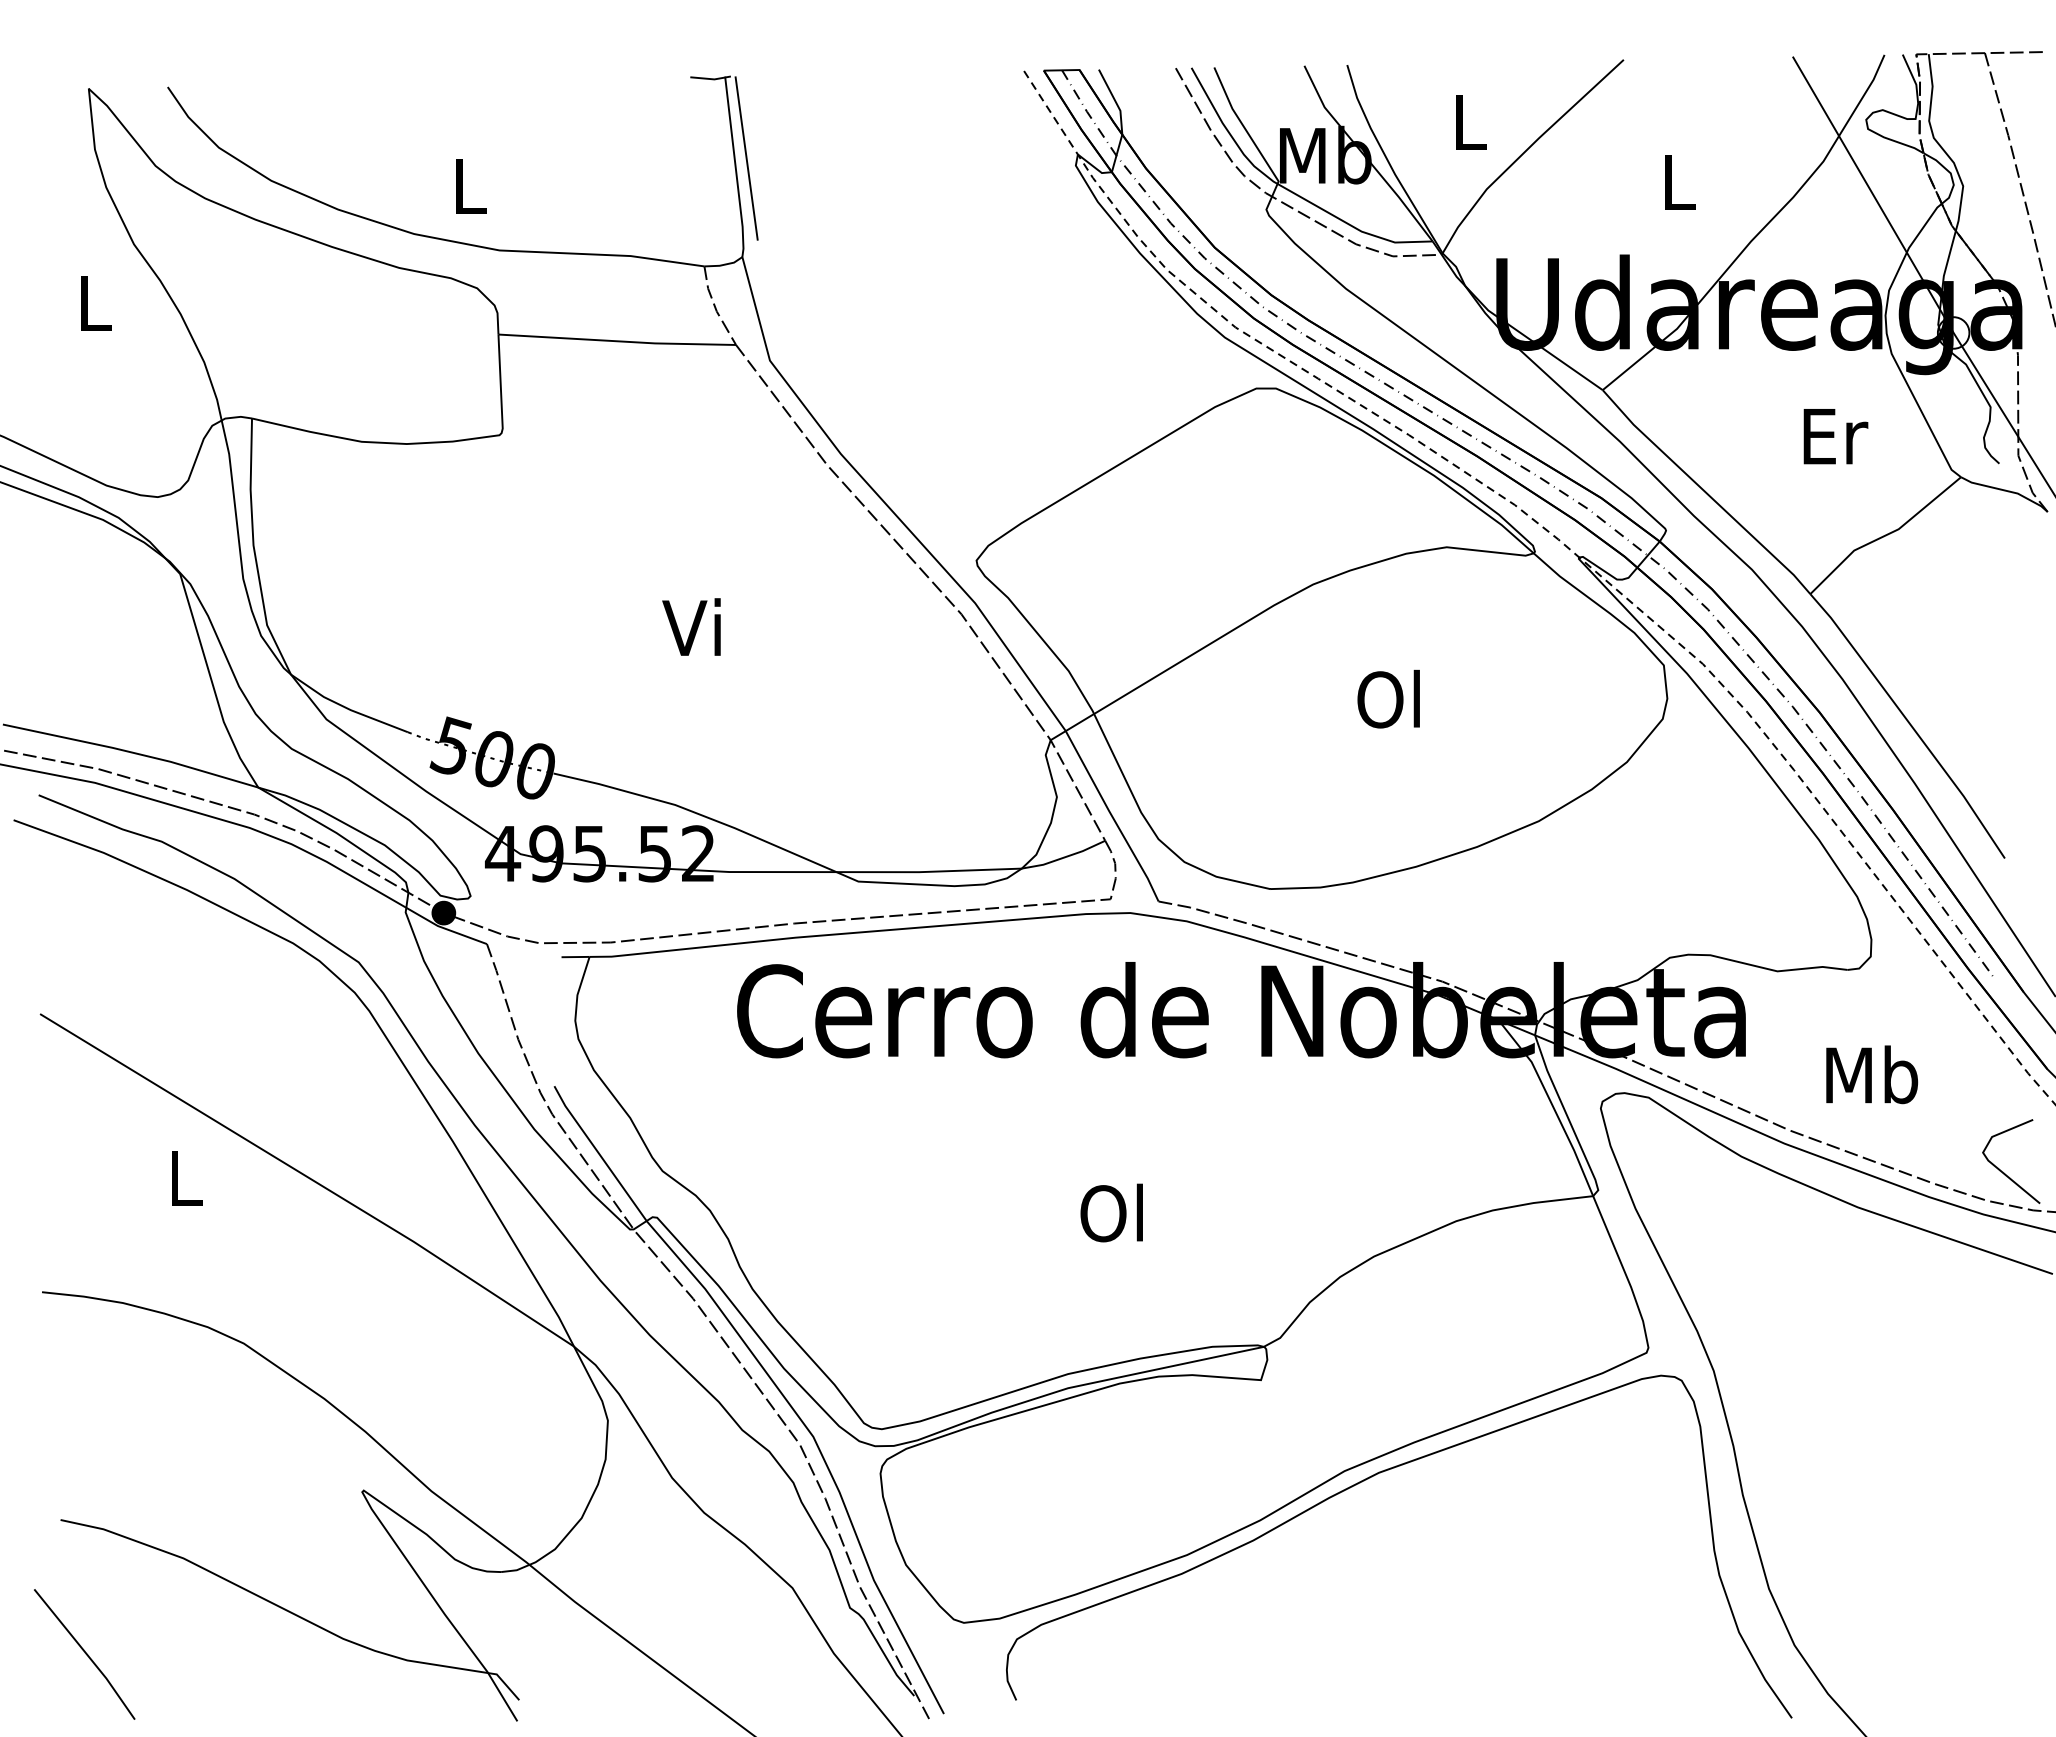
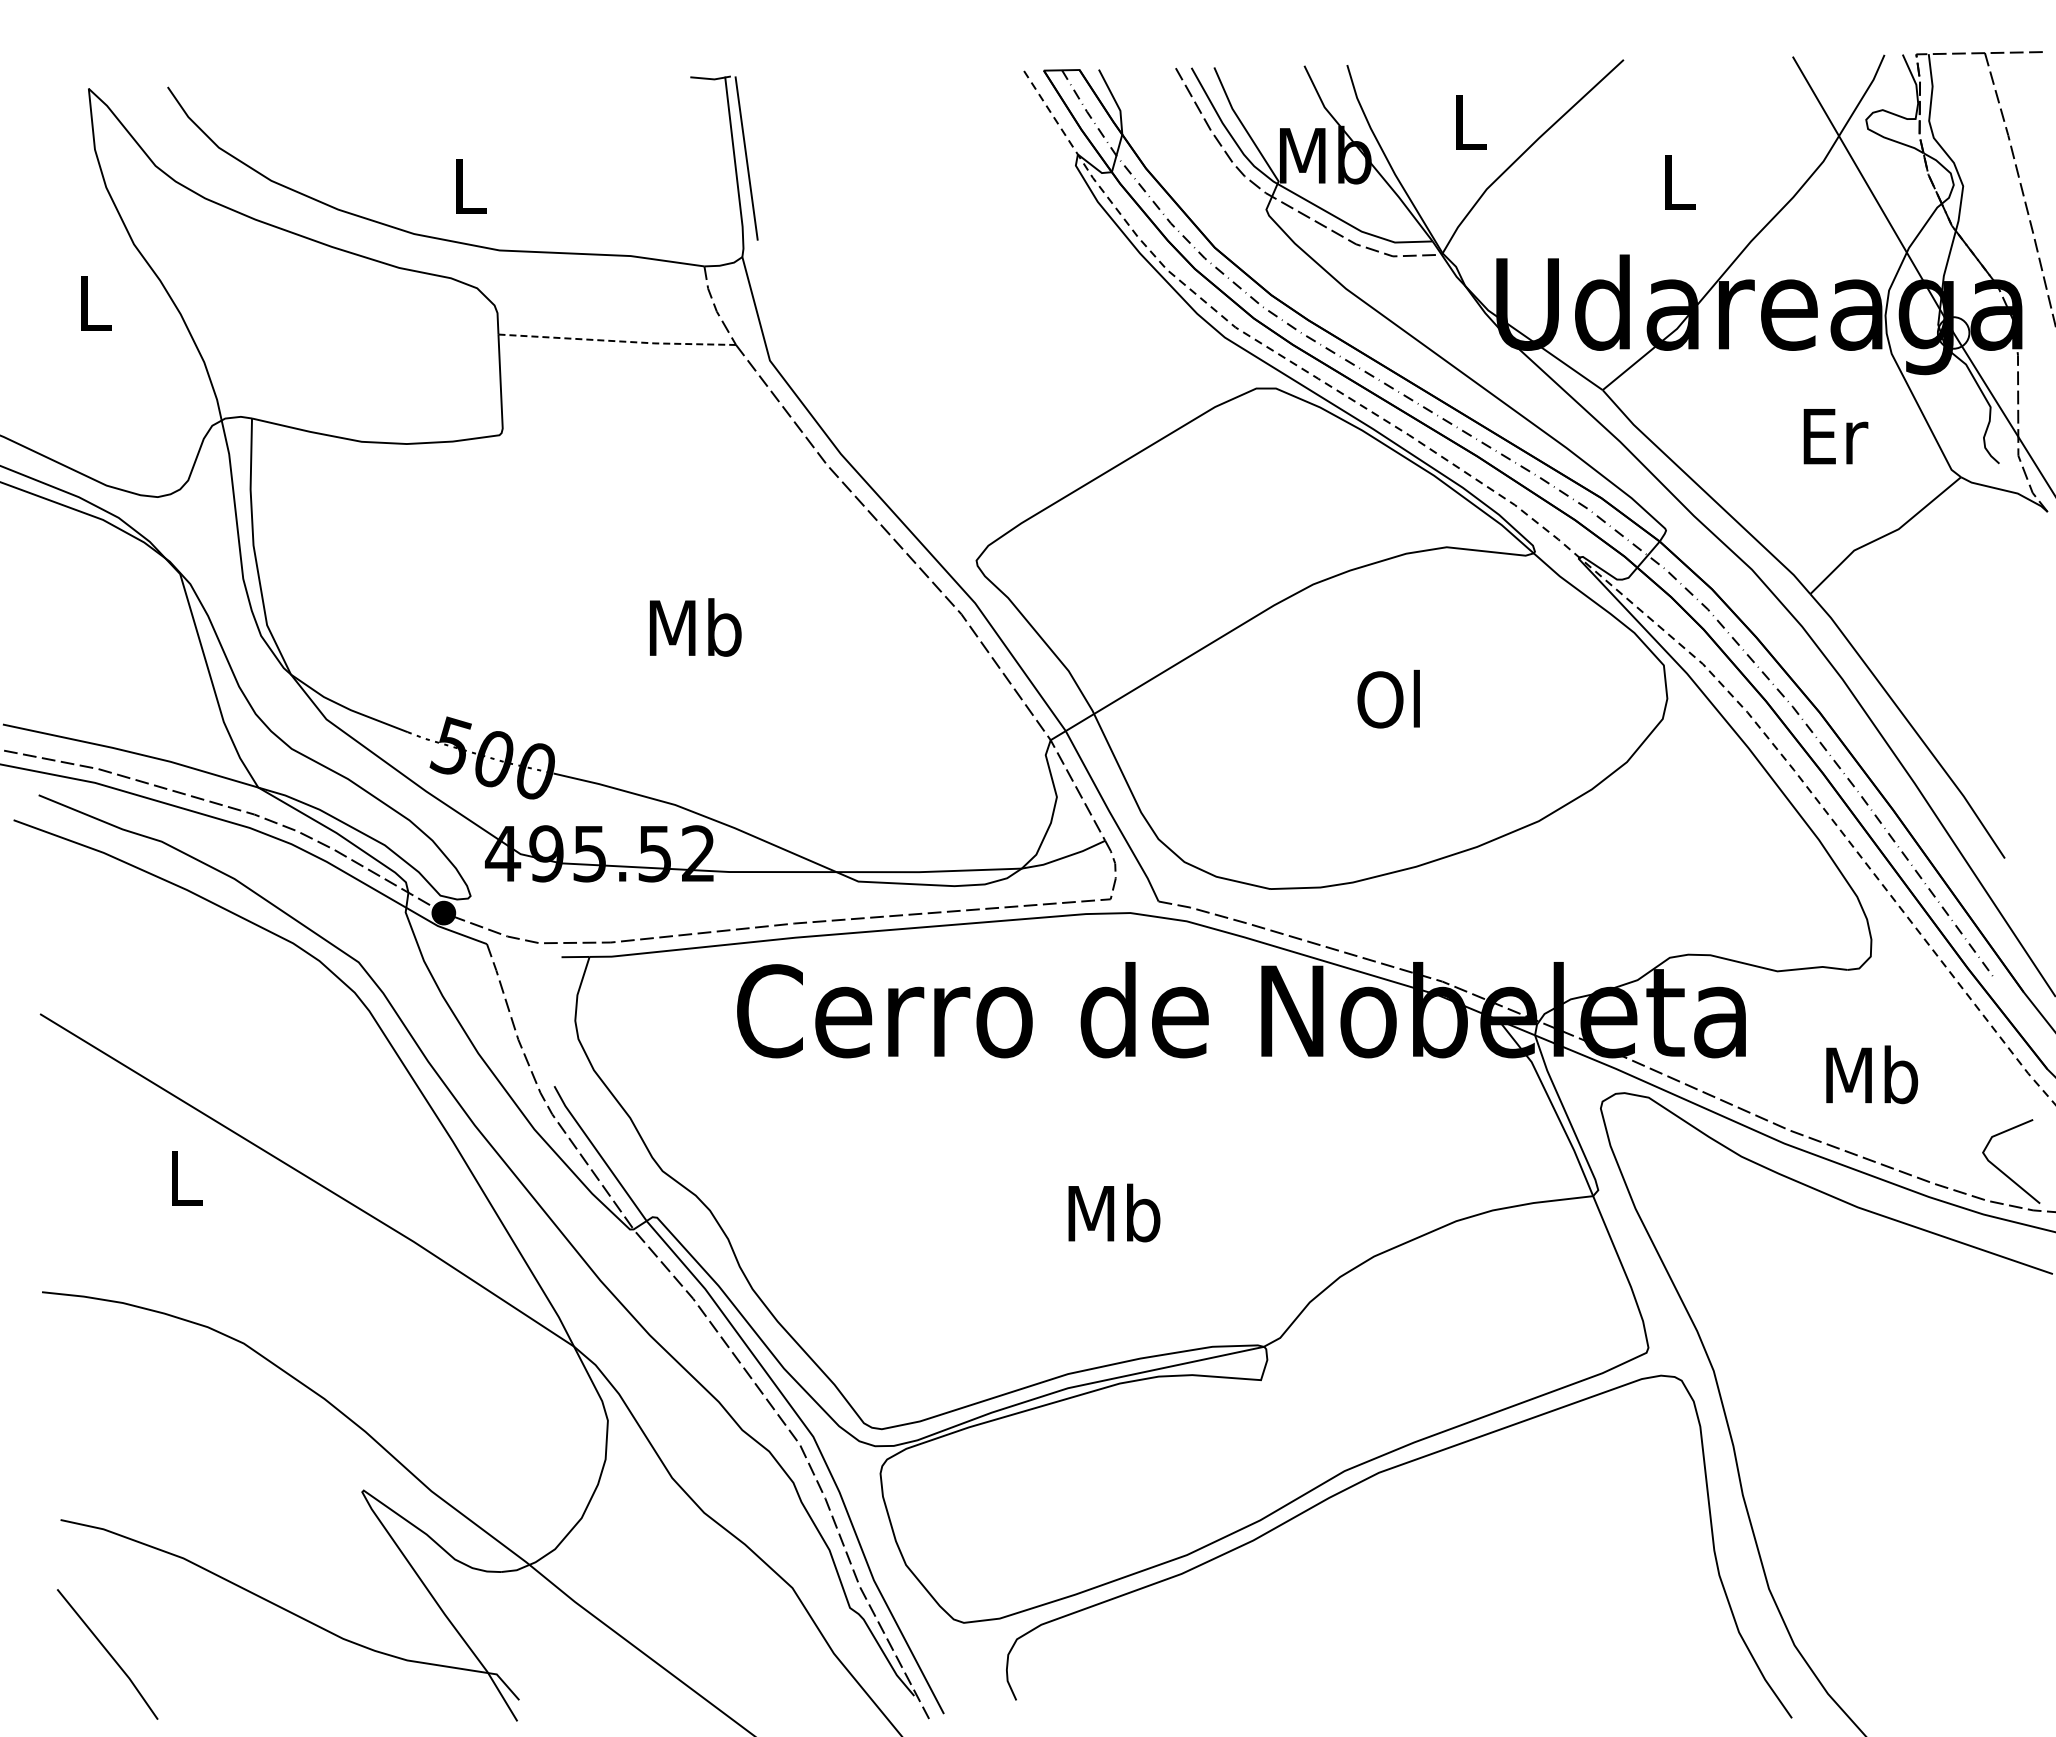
line at (618, 341): solid -> dashed
text at (695, 627): Vi -> Mb
text at (1114, 1212): Ol -> Mb
line at (84, 1653) position: (84, 1653) -> (107, 1653)
